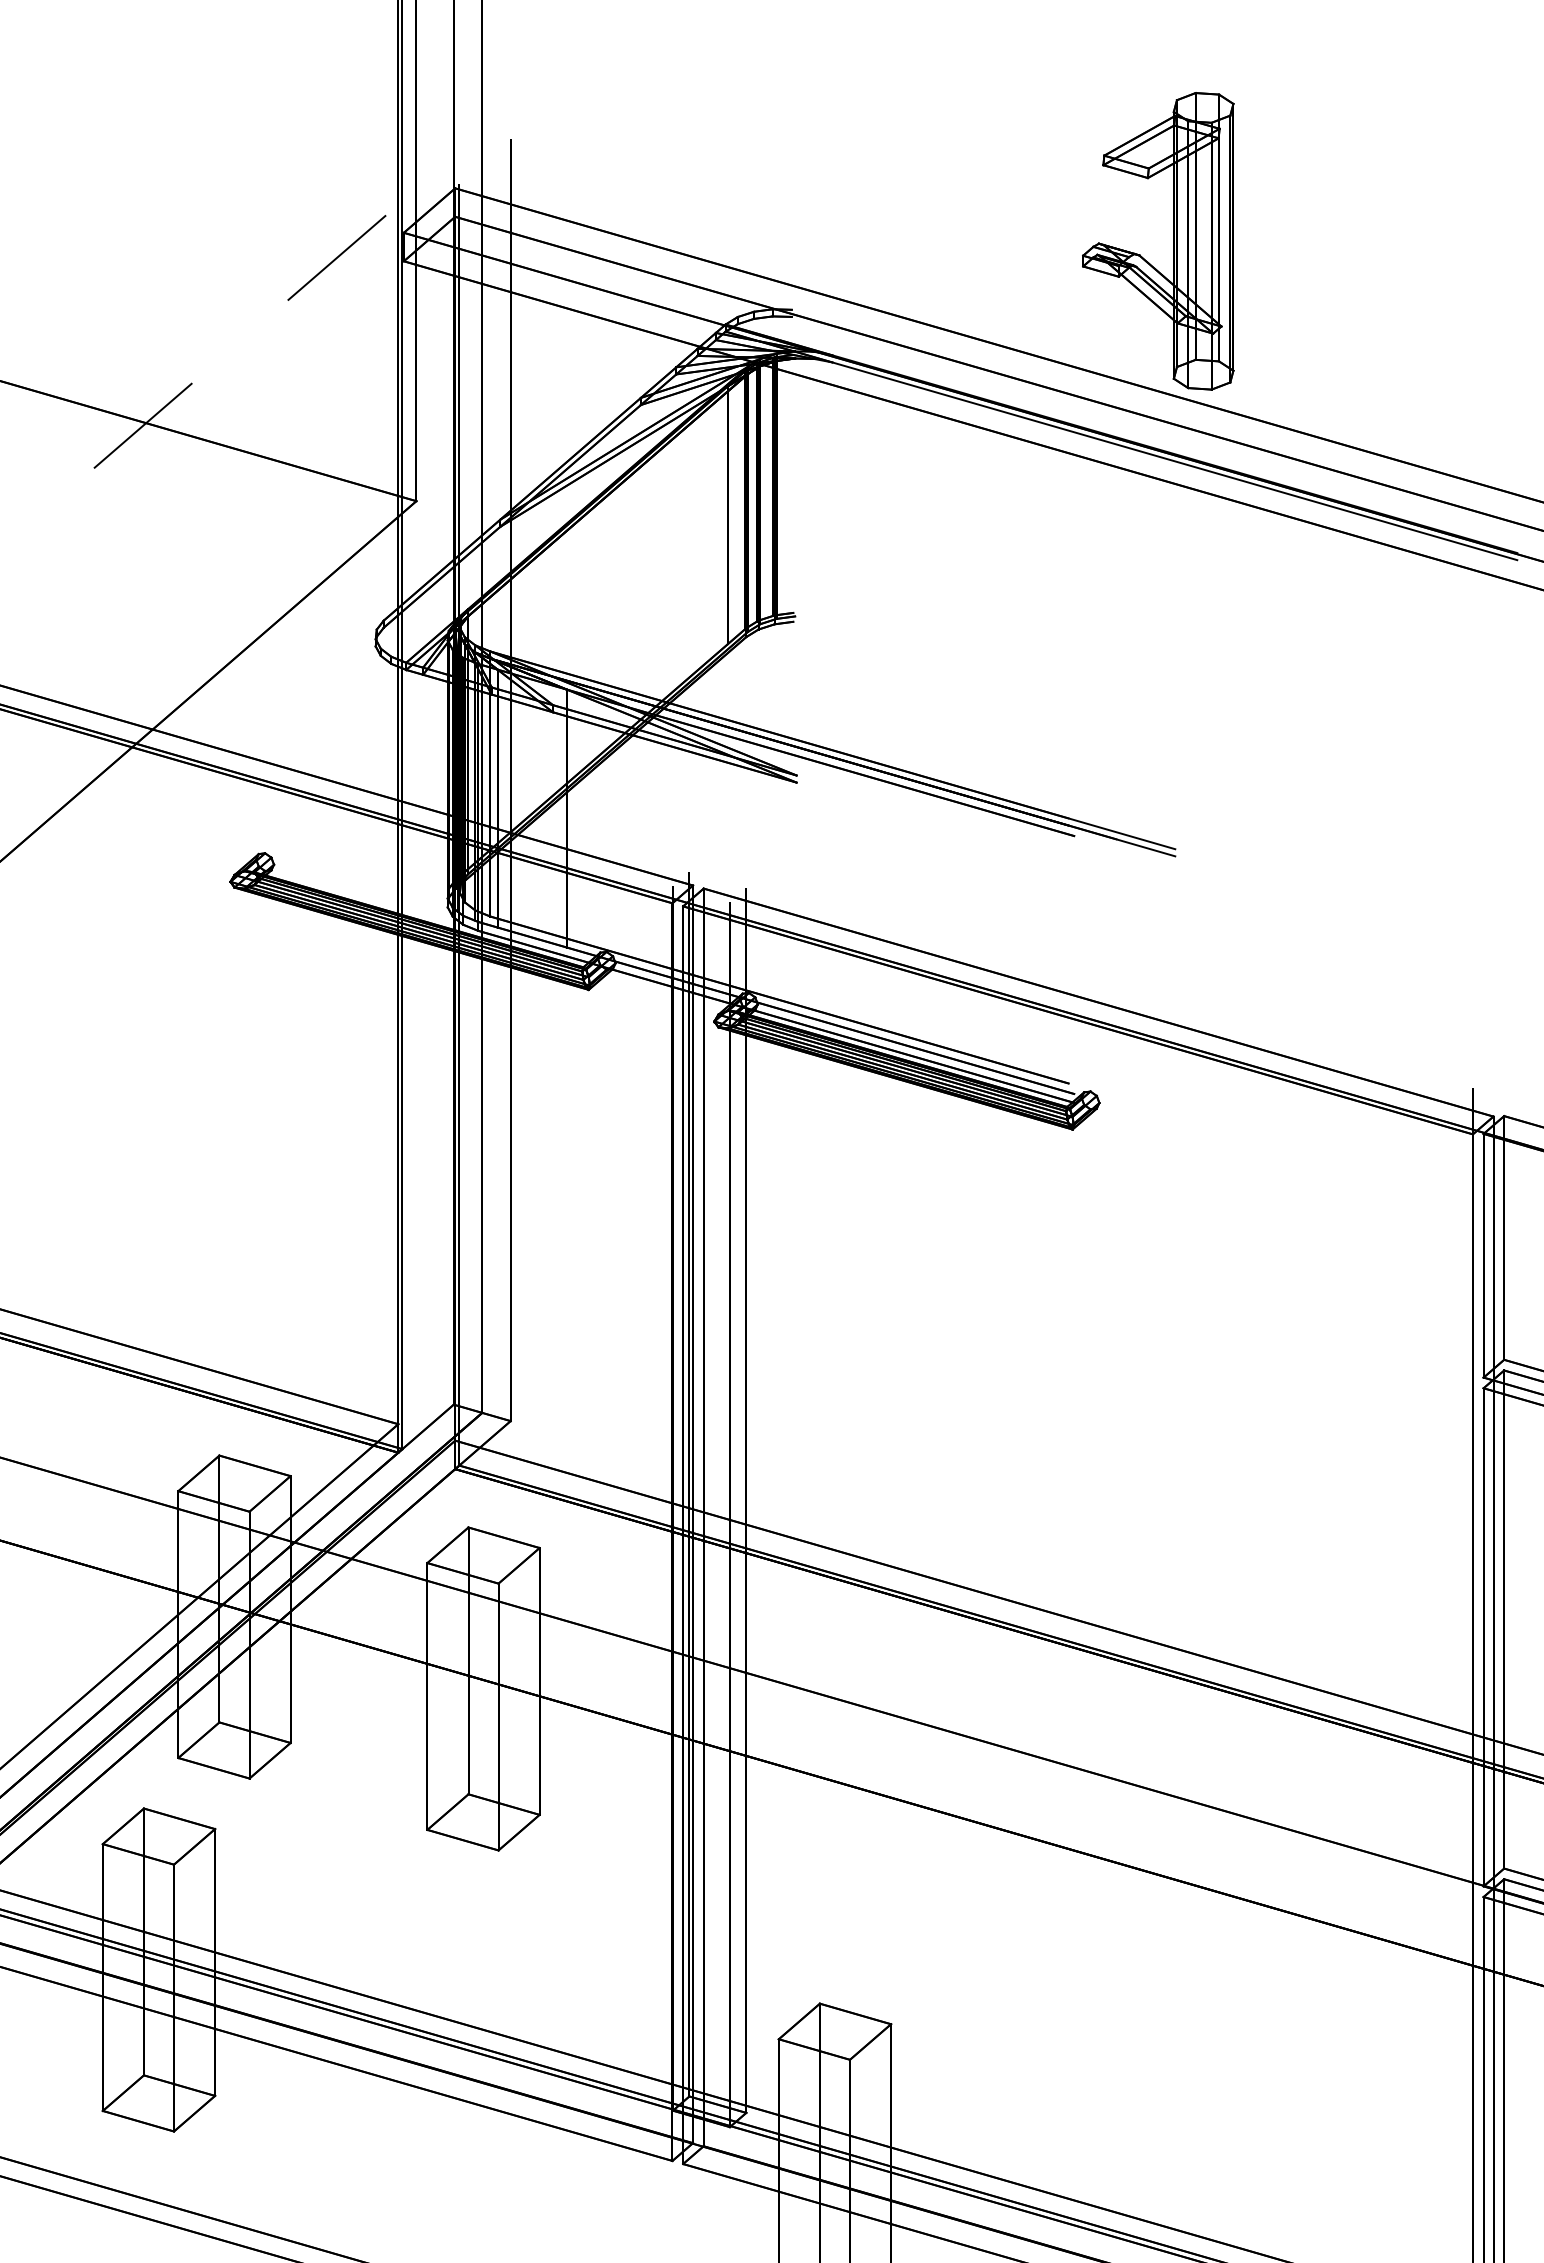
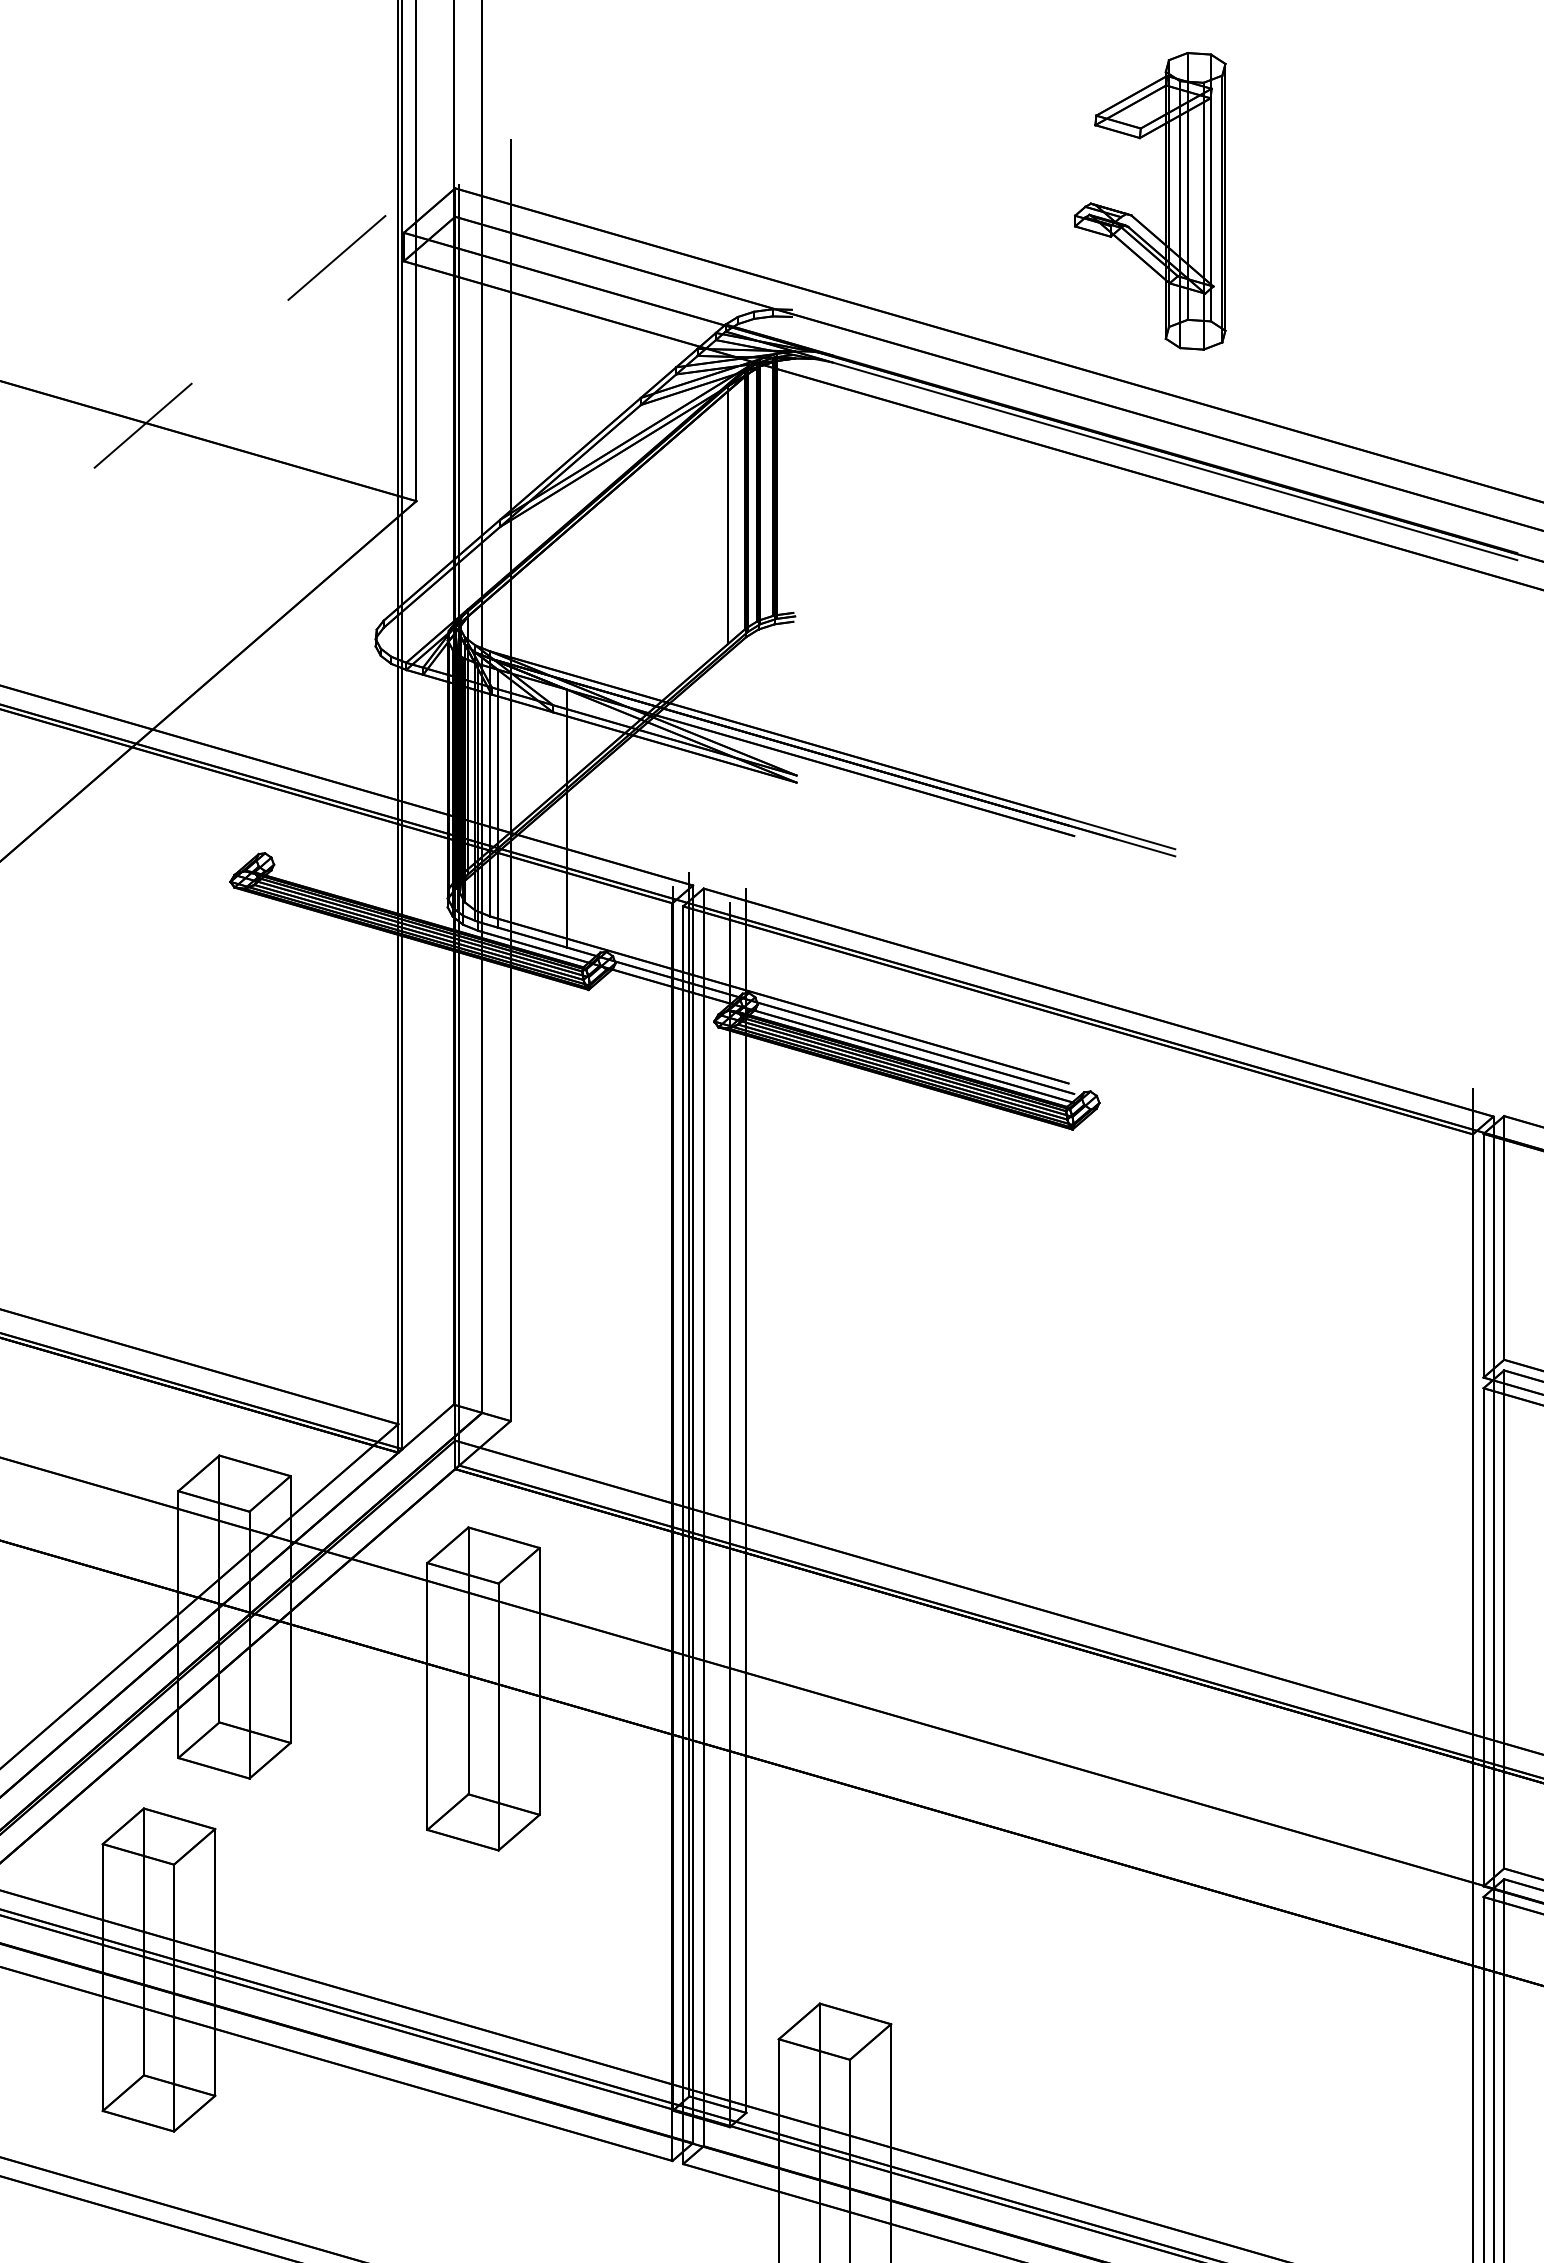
part at (1173, 241) position: (1173, 241) -> (1165, 201)
